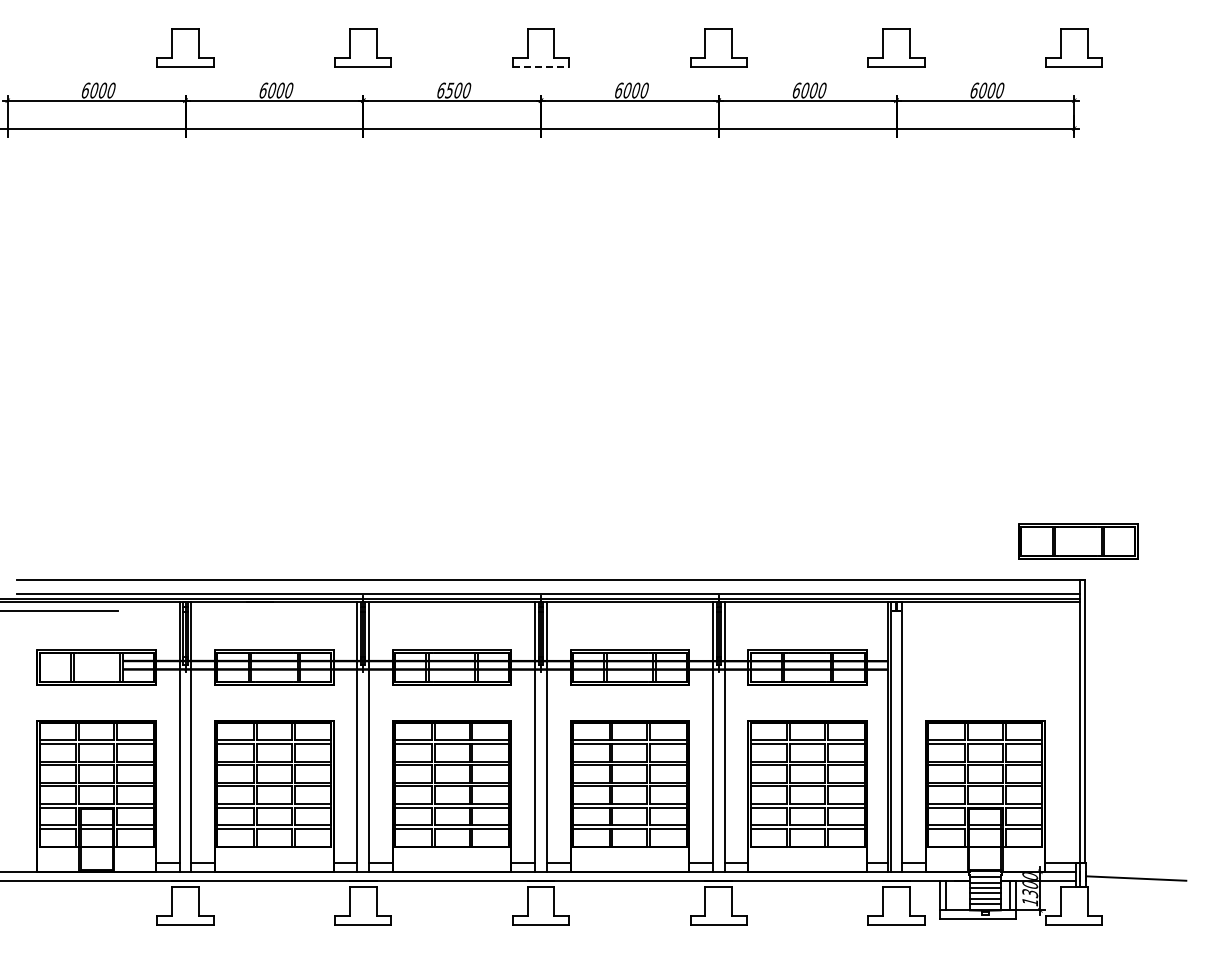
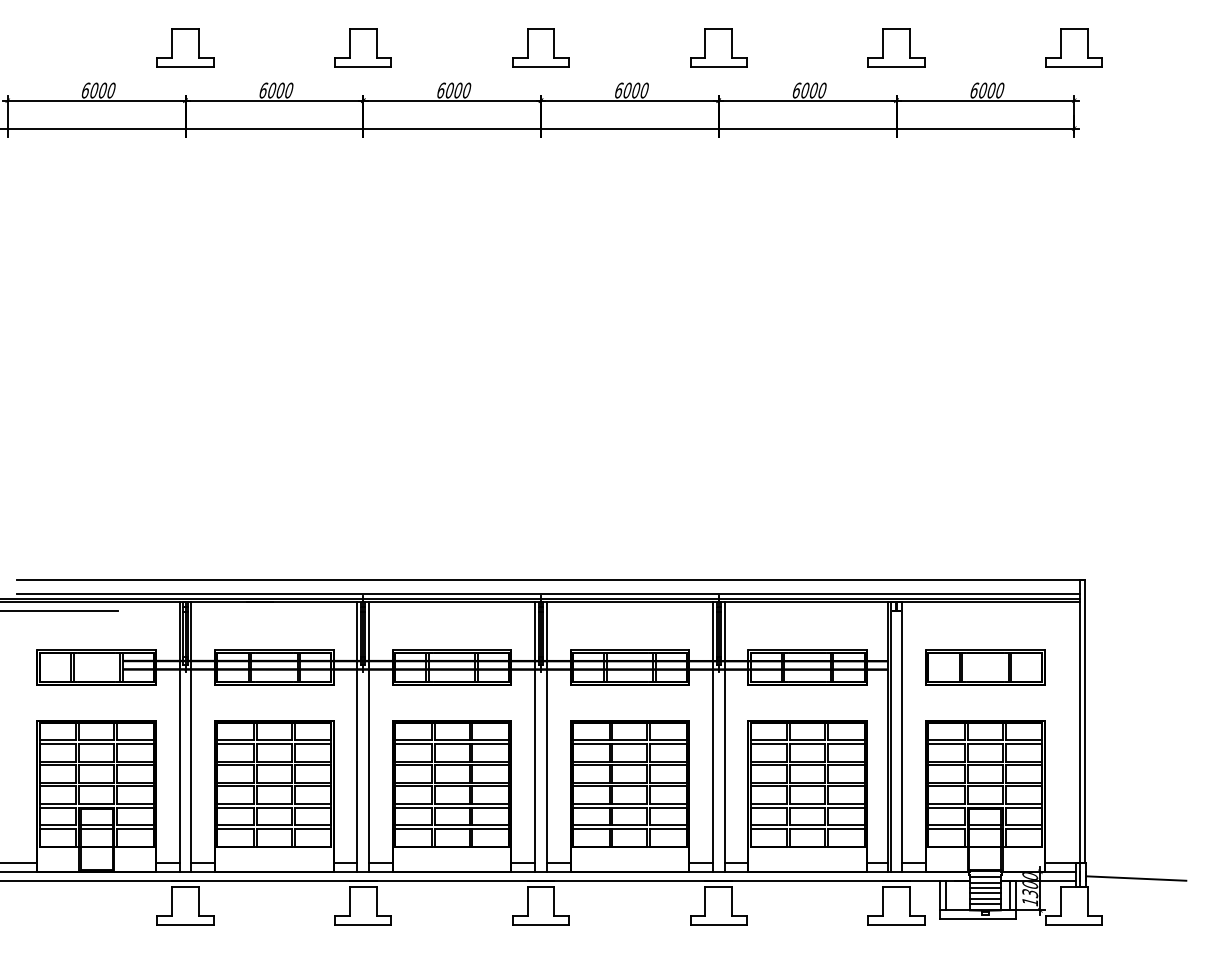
line at (541, 67): dashed -> solid
text at (449, 90): 6500 -> 6000
part at (1078, 541) position: (1078, 541) -> (985, 667)
line at (19, 862): none -> present
